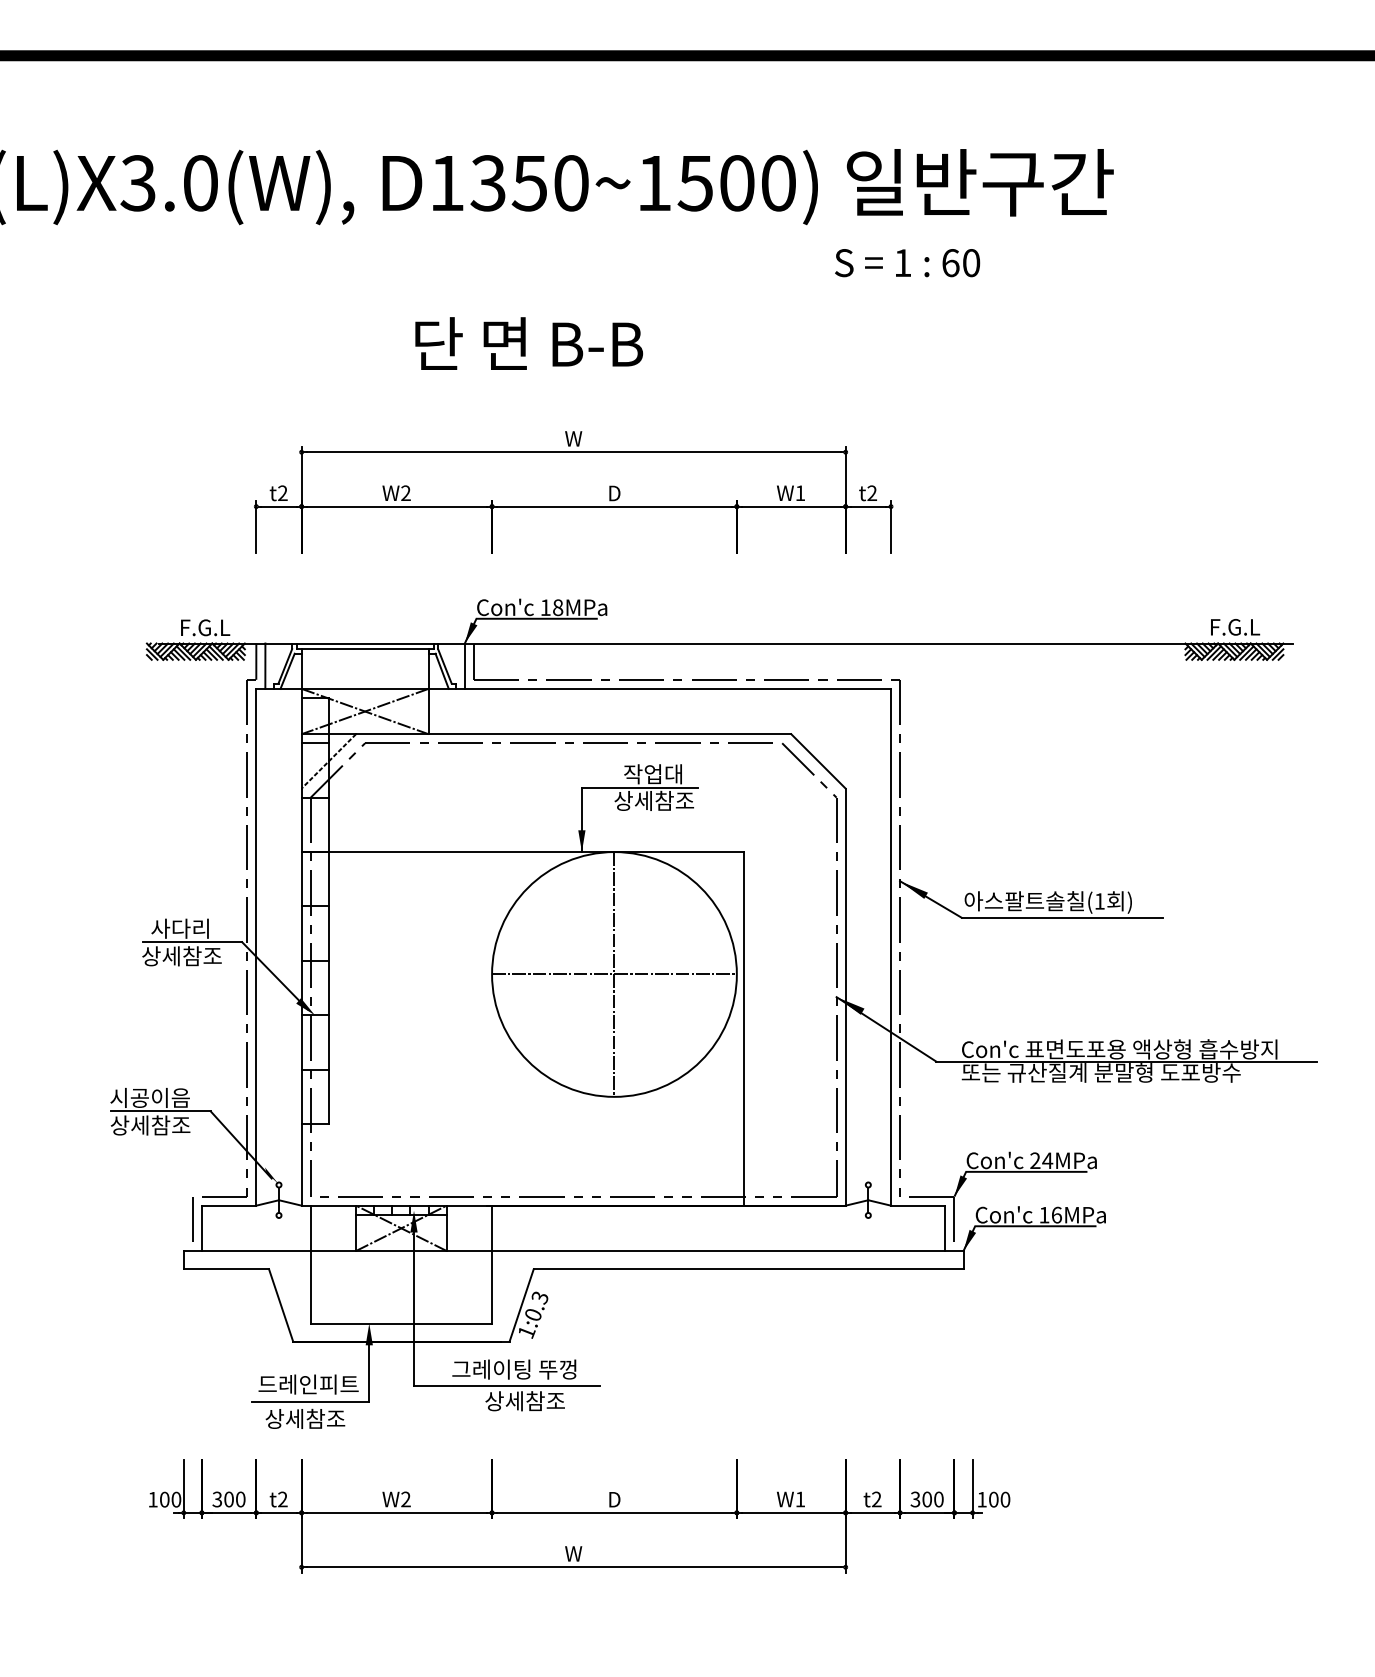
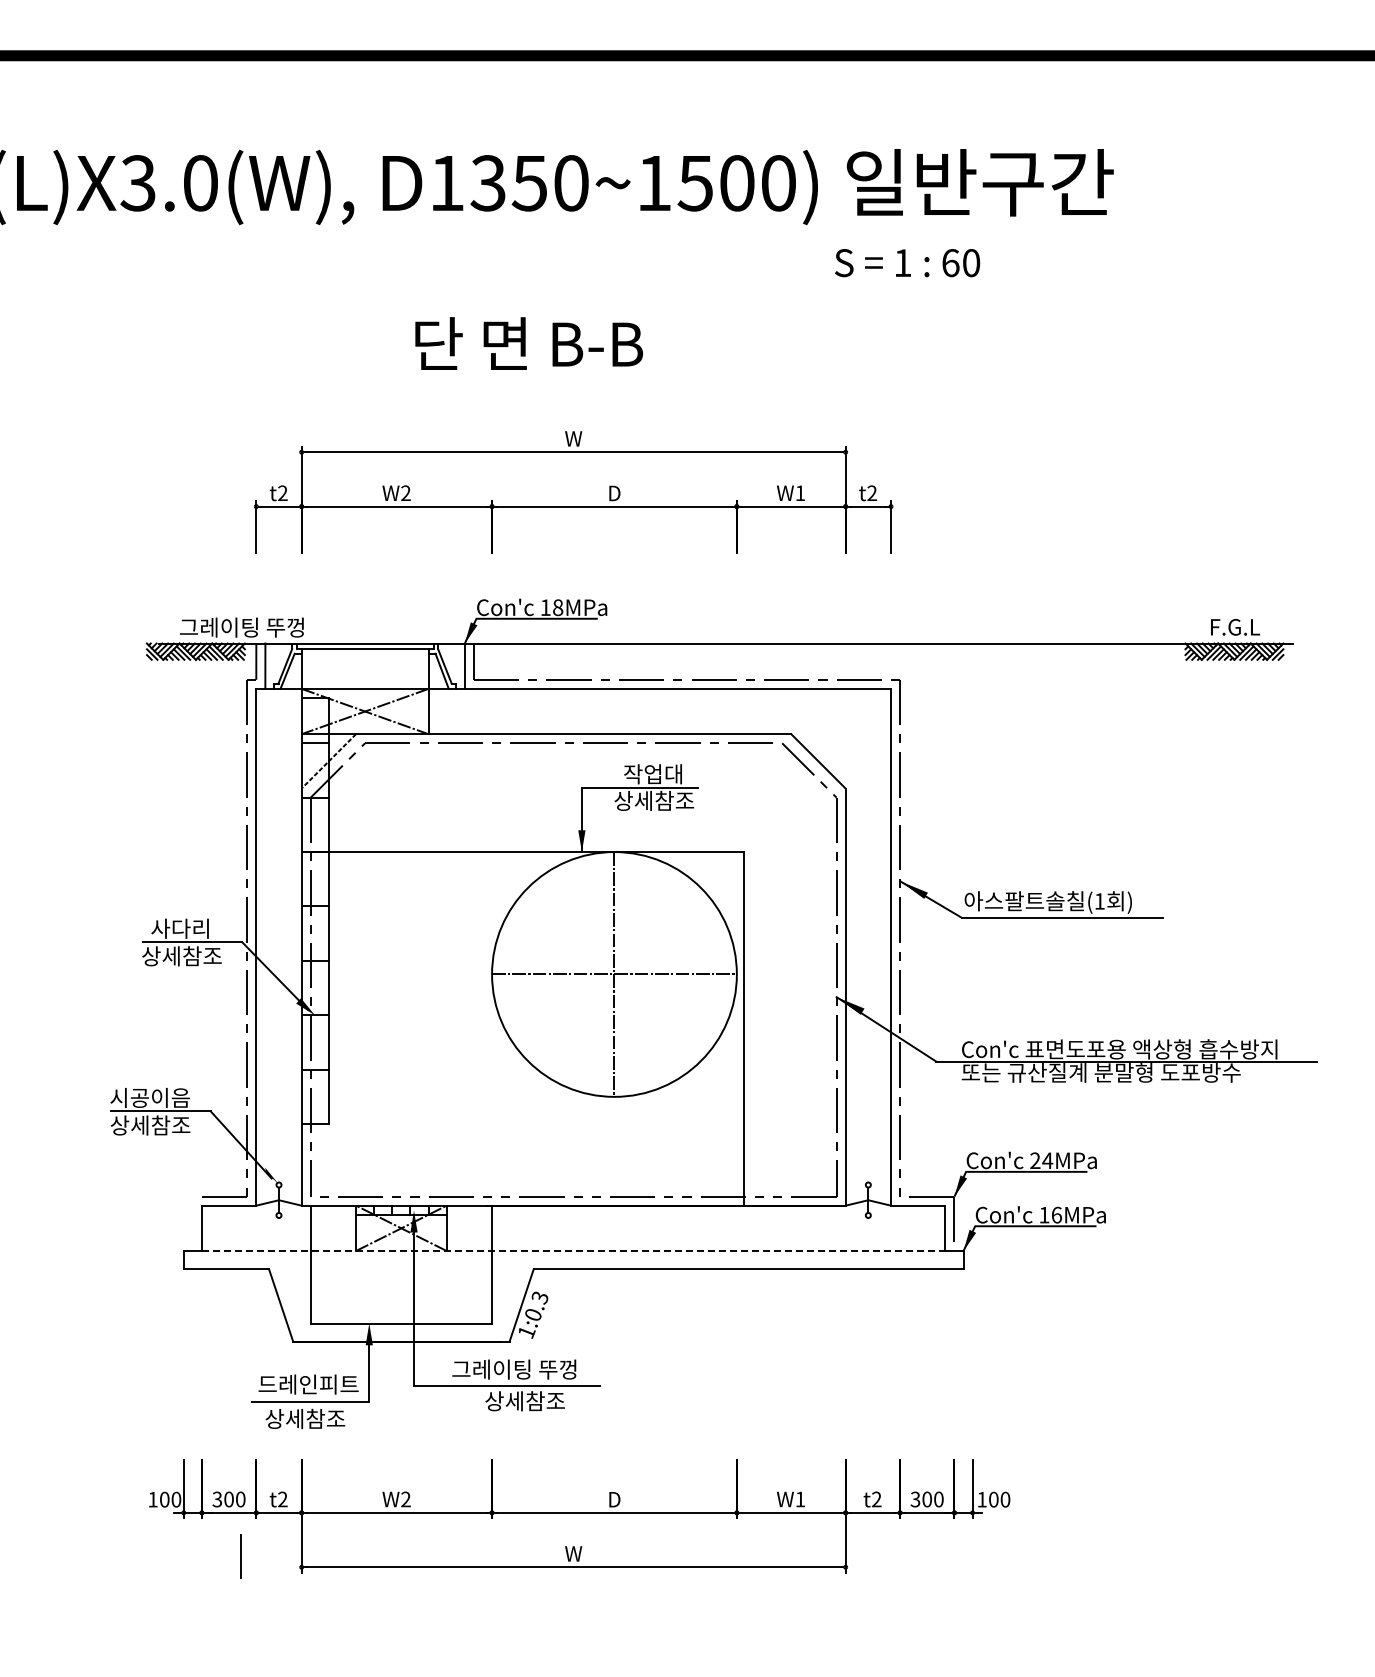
text at (241, 627): F.G.L -> 그레이팅 뚜껑
line at (192, 1219) position: (192, 1219) -> (240, 1556)
line at (573, 1251): solid -> dashed
